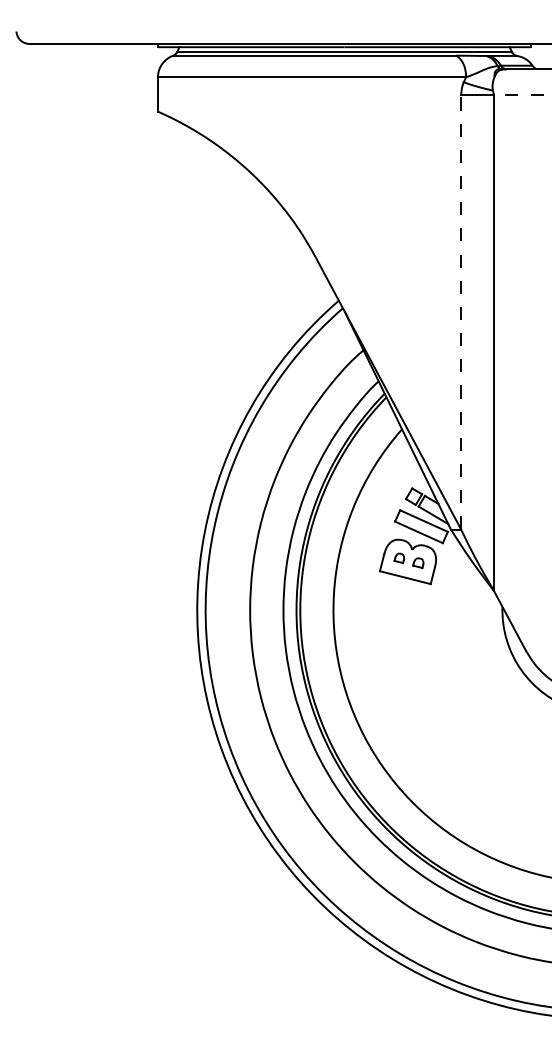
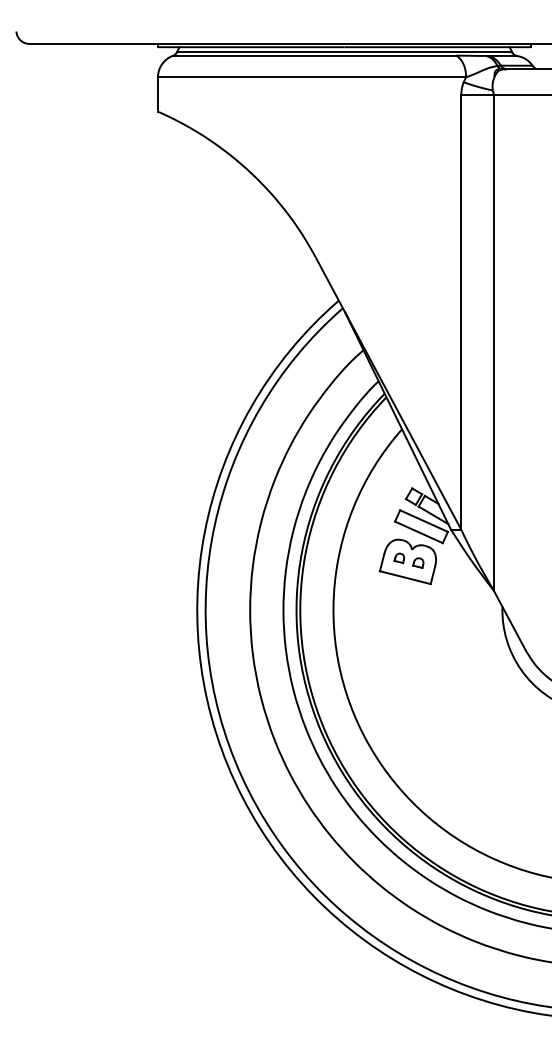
line at (522, 95): dashed -> solid
line at (461, 311): dashed -> solid
